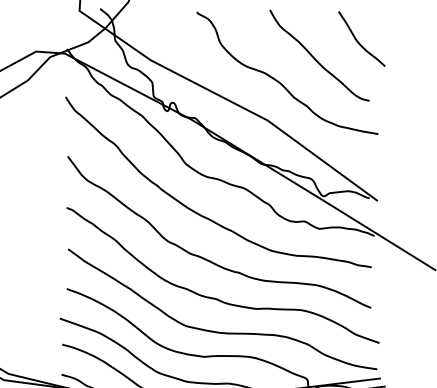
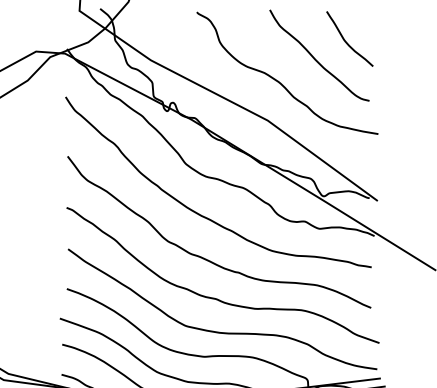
curve at (358, 41) position: (358, 41) -> (346, 41)
